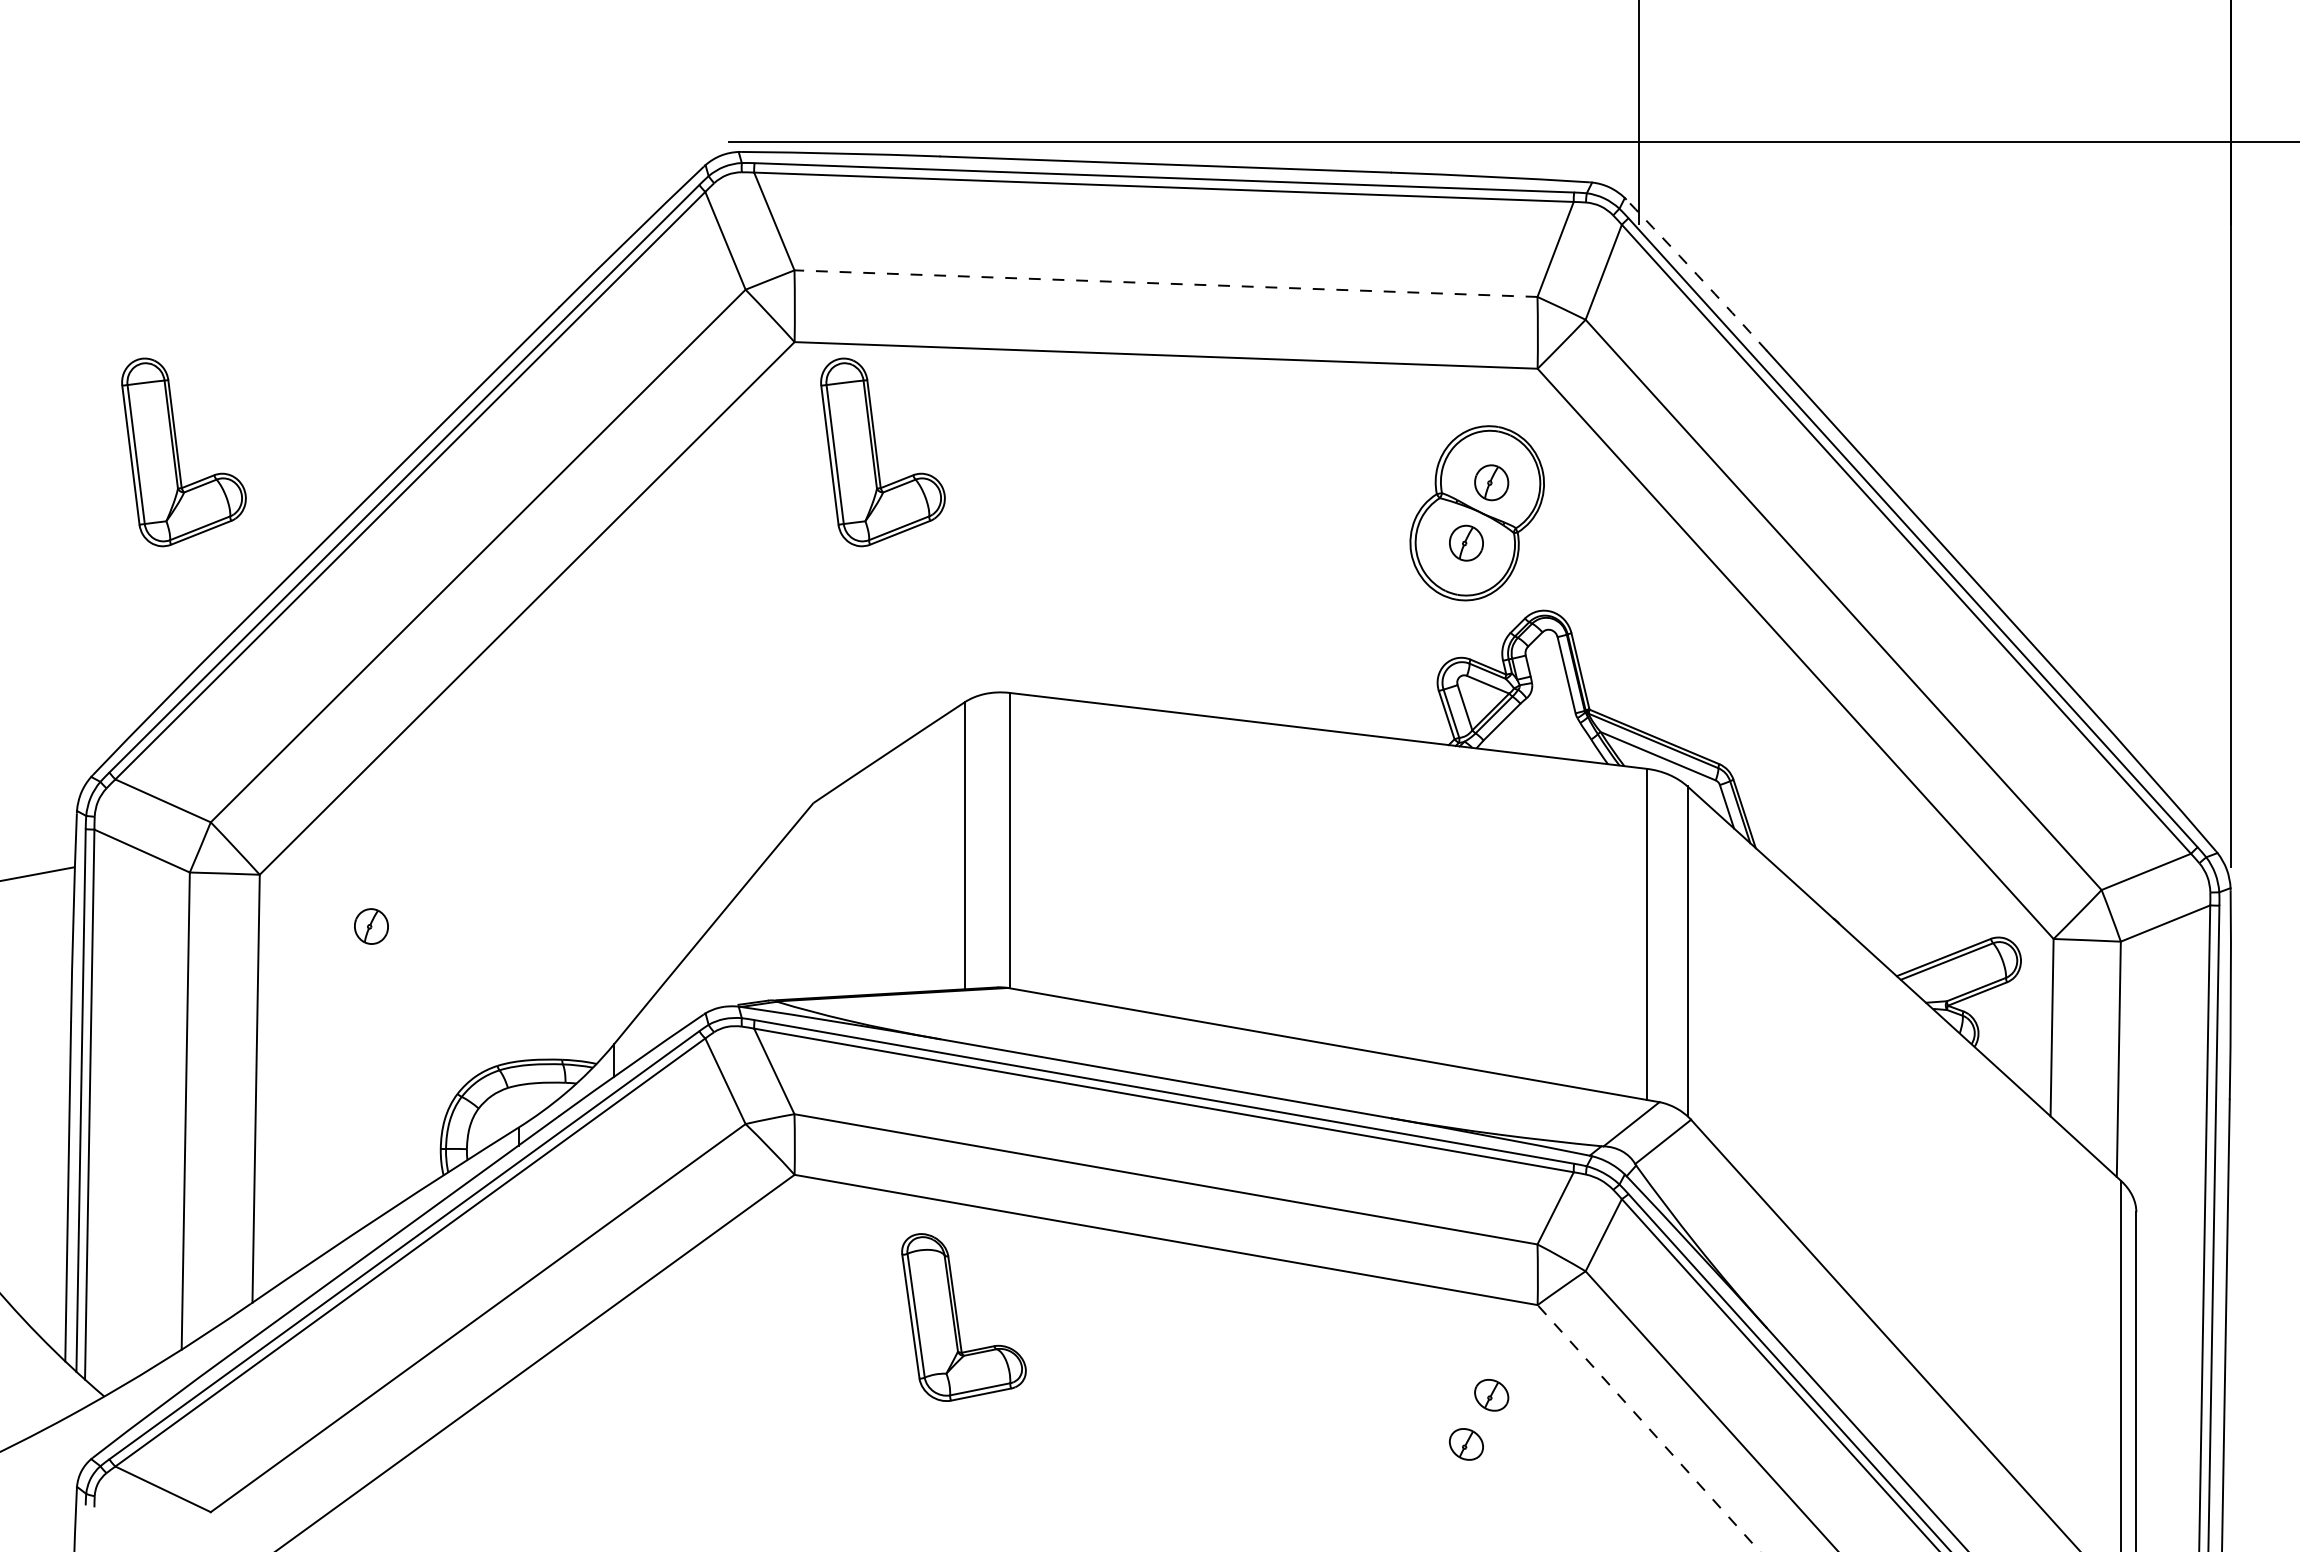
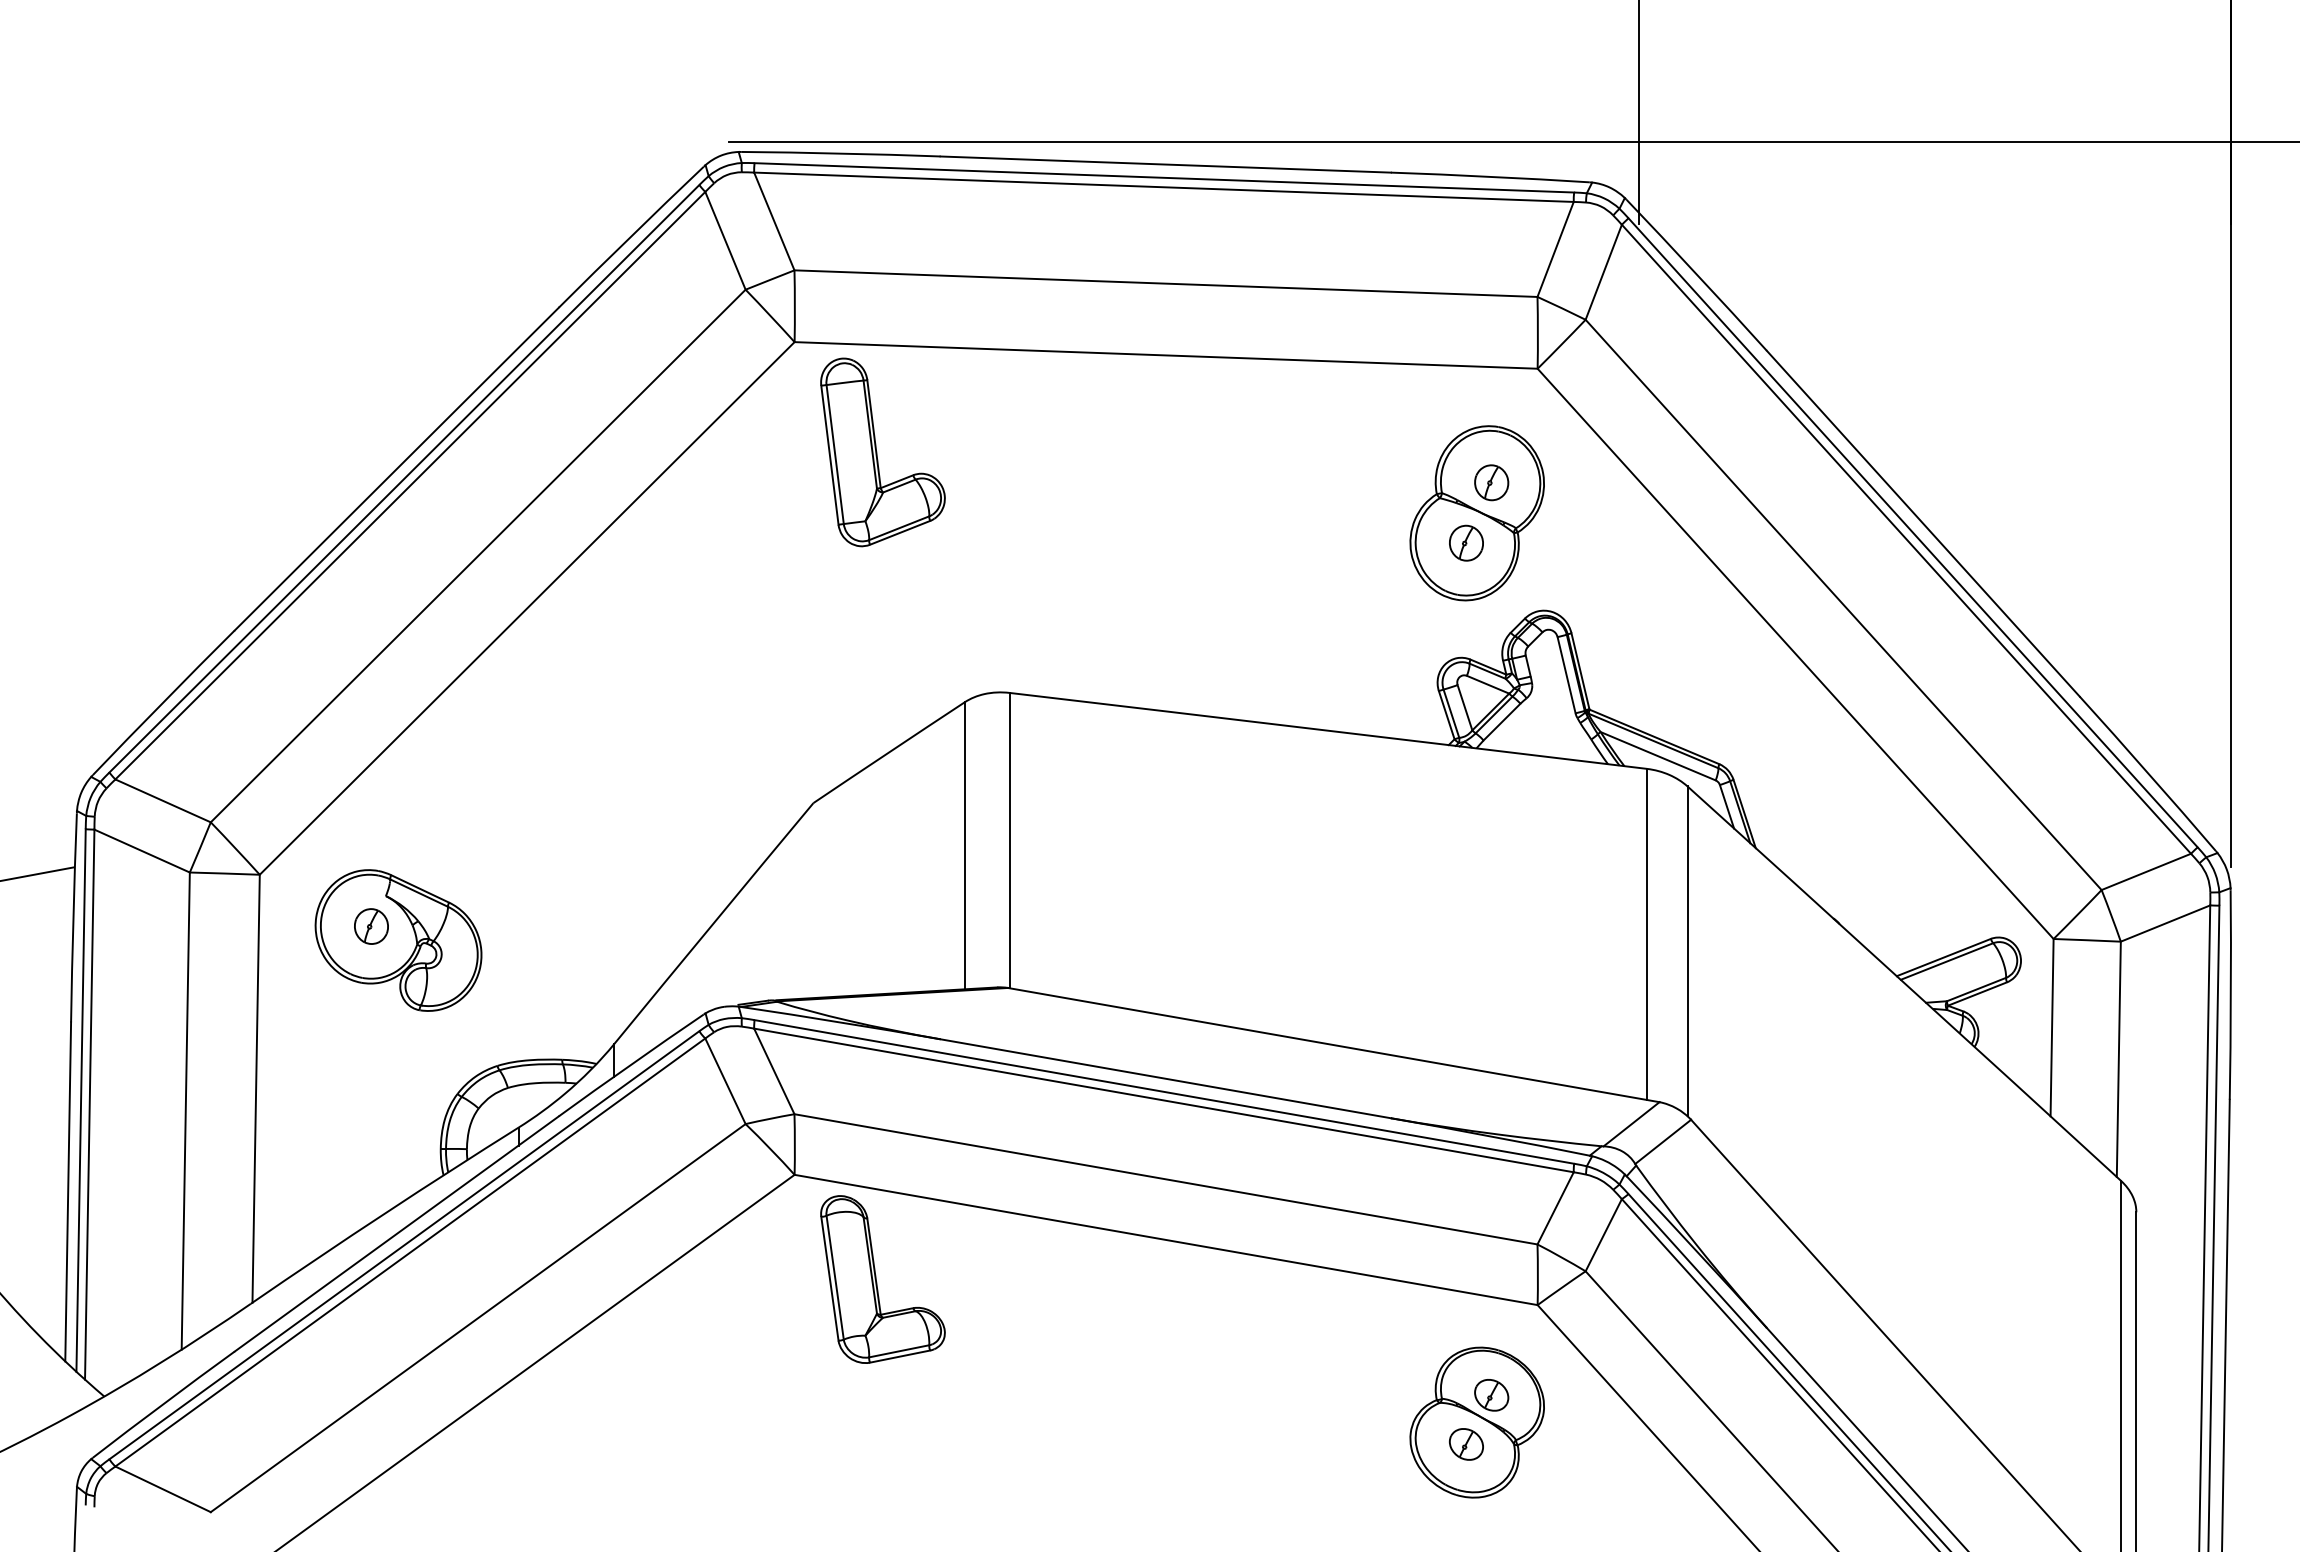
arc at (1697, 274): dashed -> solid
line at (1165, 283): dashed -> solid
part at (183, 452): present -> none
part at (398, 940): none -> present
part at (963, 1317) position: (963, 1317) -> (882, 1279)
part at (1476, 1422): none -> present
line at (1648, 1428): dashed -> solid
